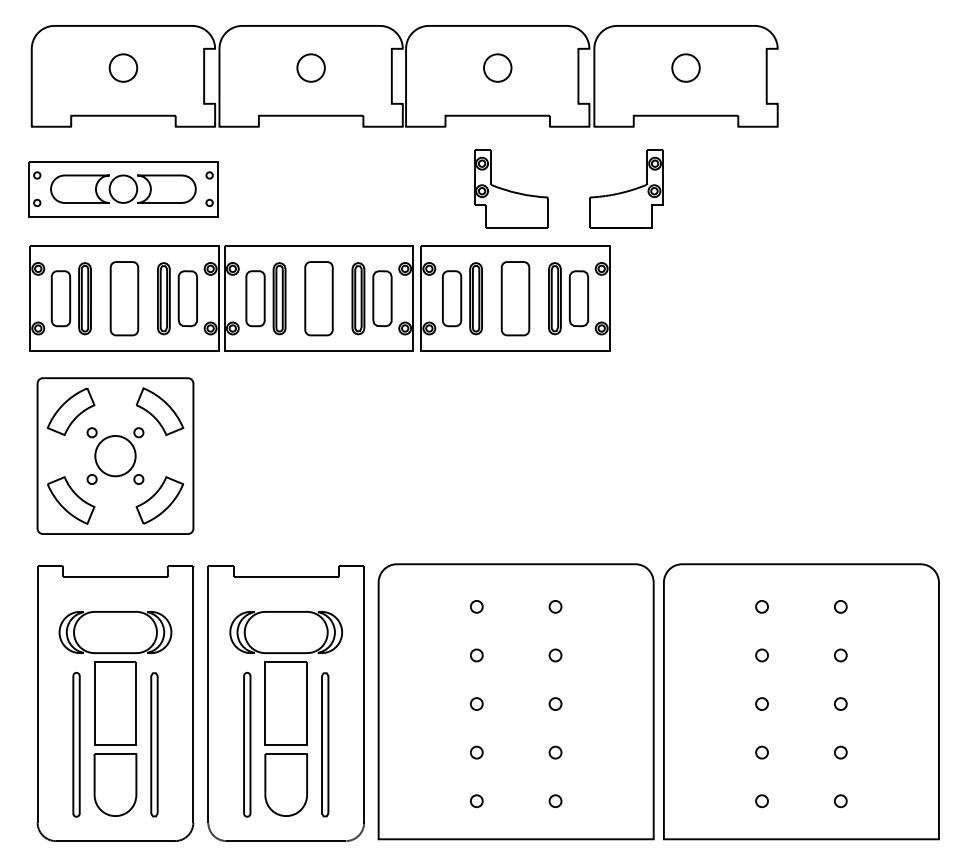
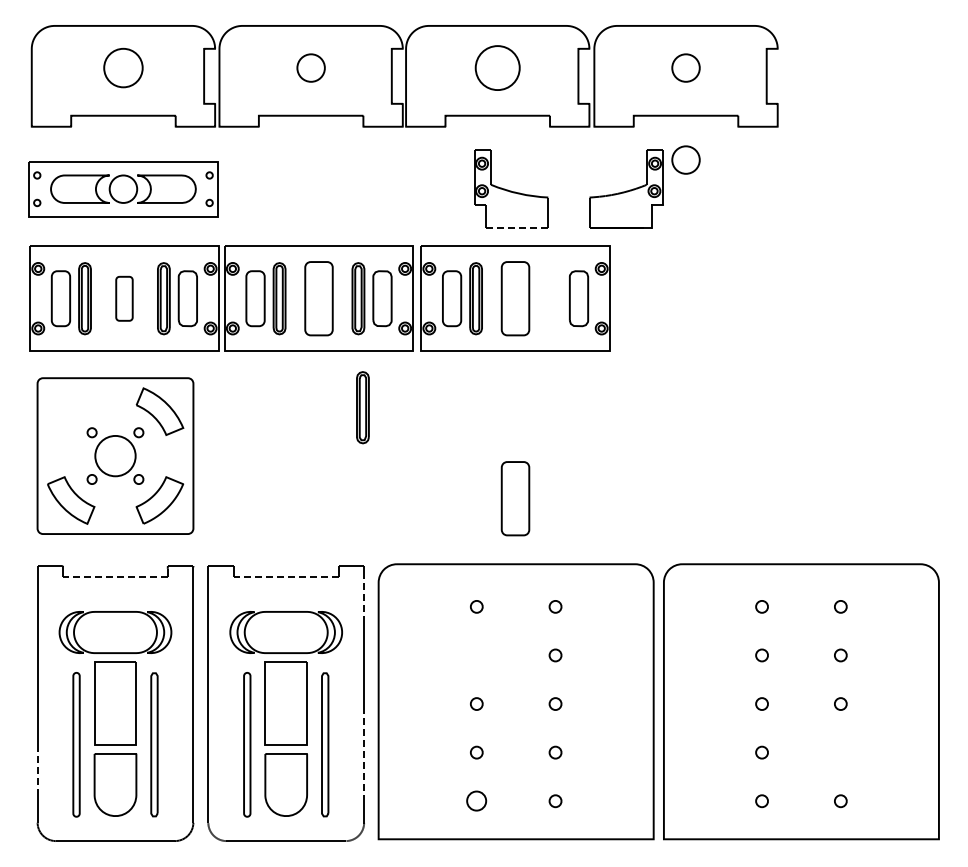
circle at (123, 67) diameter: 28 px -> 39 px
circle at (497, 67) diameter: 28 px -> 44 px
circle at (685, 159): none -> present
line at (516, 227): solid -> dashed
part at (124, 298) size: 31x76 px -> 19x47 px
part at (554, 298) position: (554, 298) -> (362, 407)
part at (71, 411): present -> none
part at (515, 498): none -> present
line at (115, 577): solid -> dashed
line at (285, 577): solid -> dashed
line at (364, 600): solid -> dashed
circle at (476, 655): present -> none
circle at (840, 752): present -> none
line at (364, 757): solid -> dashed
line at (37, 767): solid -> dashed
circle at (476, 801) size: 14x15 px -> 22x22 px
